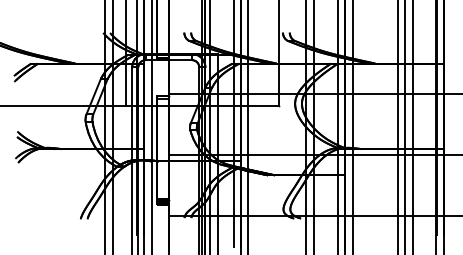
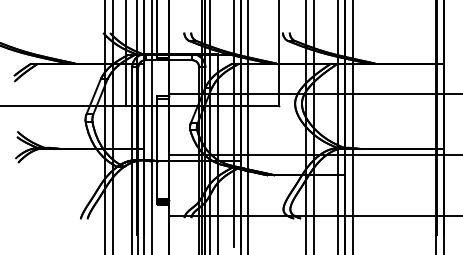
line at (398, 126): present -> none
line at (404, 126): present -> none
line at (412, 126): present -> none
